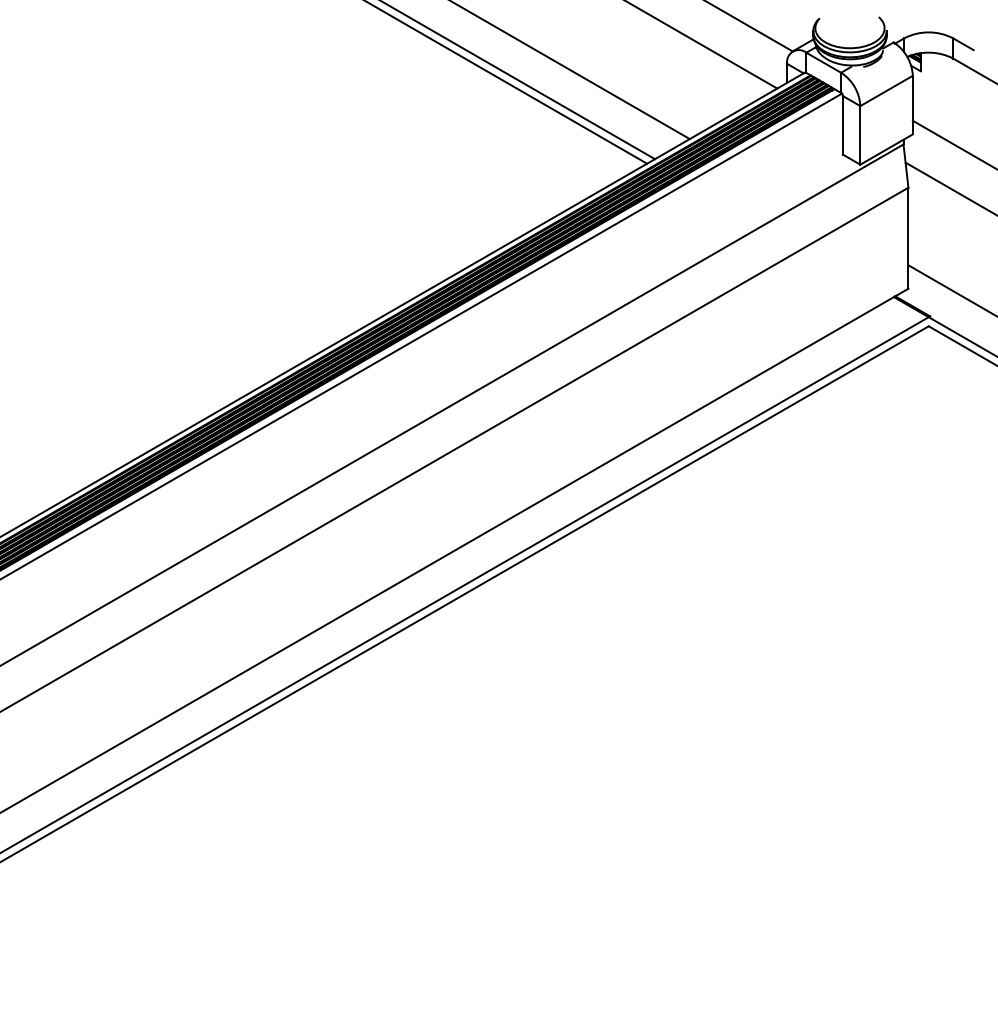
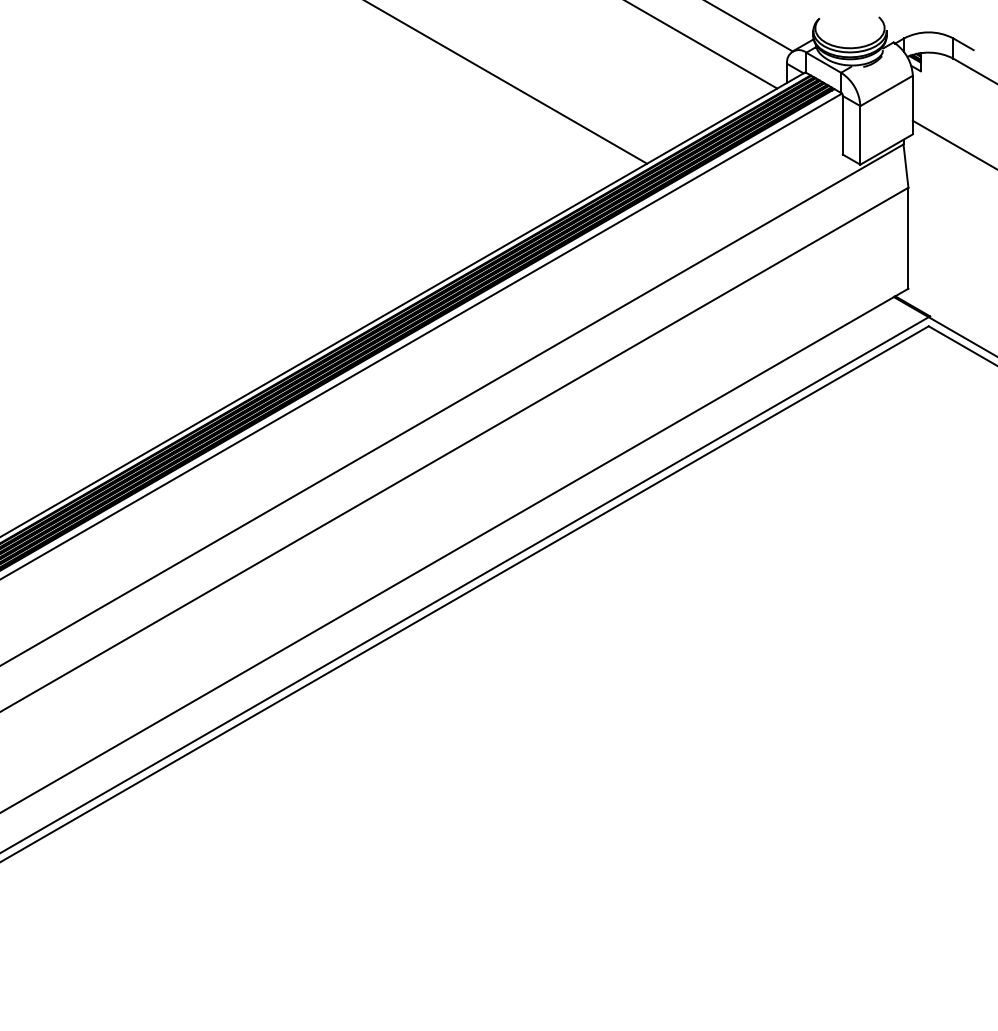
line at (571, 70): present -> none
line at (518, 80): present -> none
line at (949, 188): present -> none
line at (951, 289): present -> none
